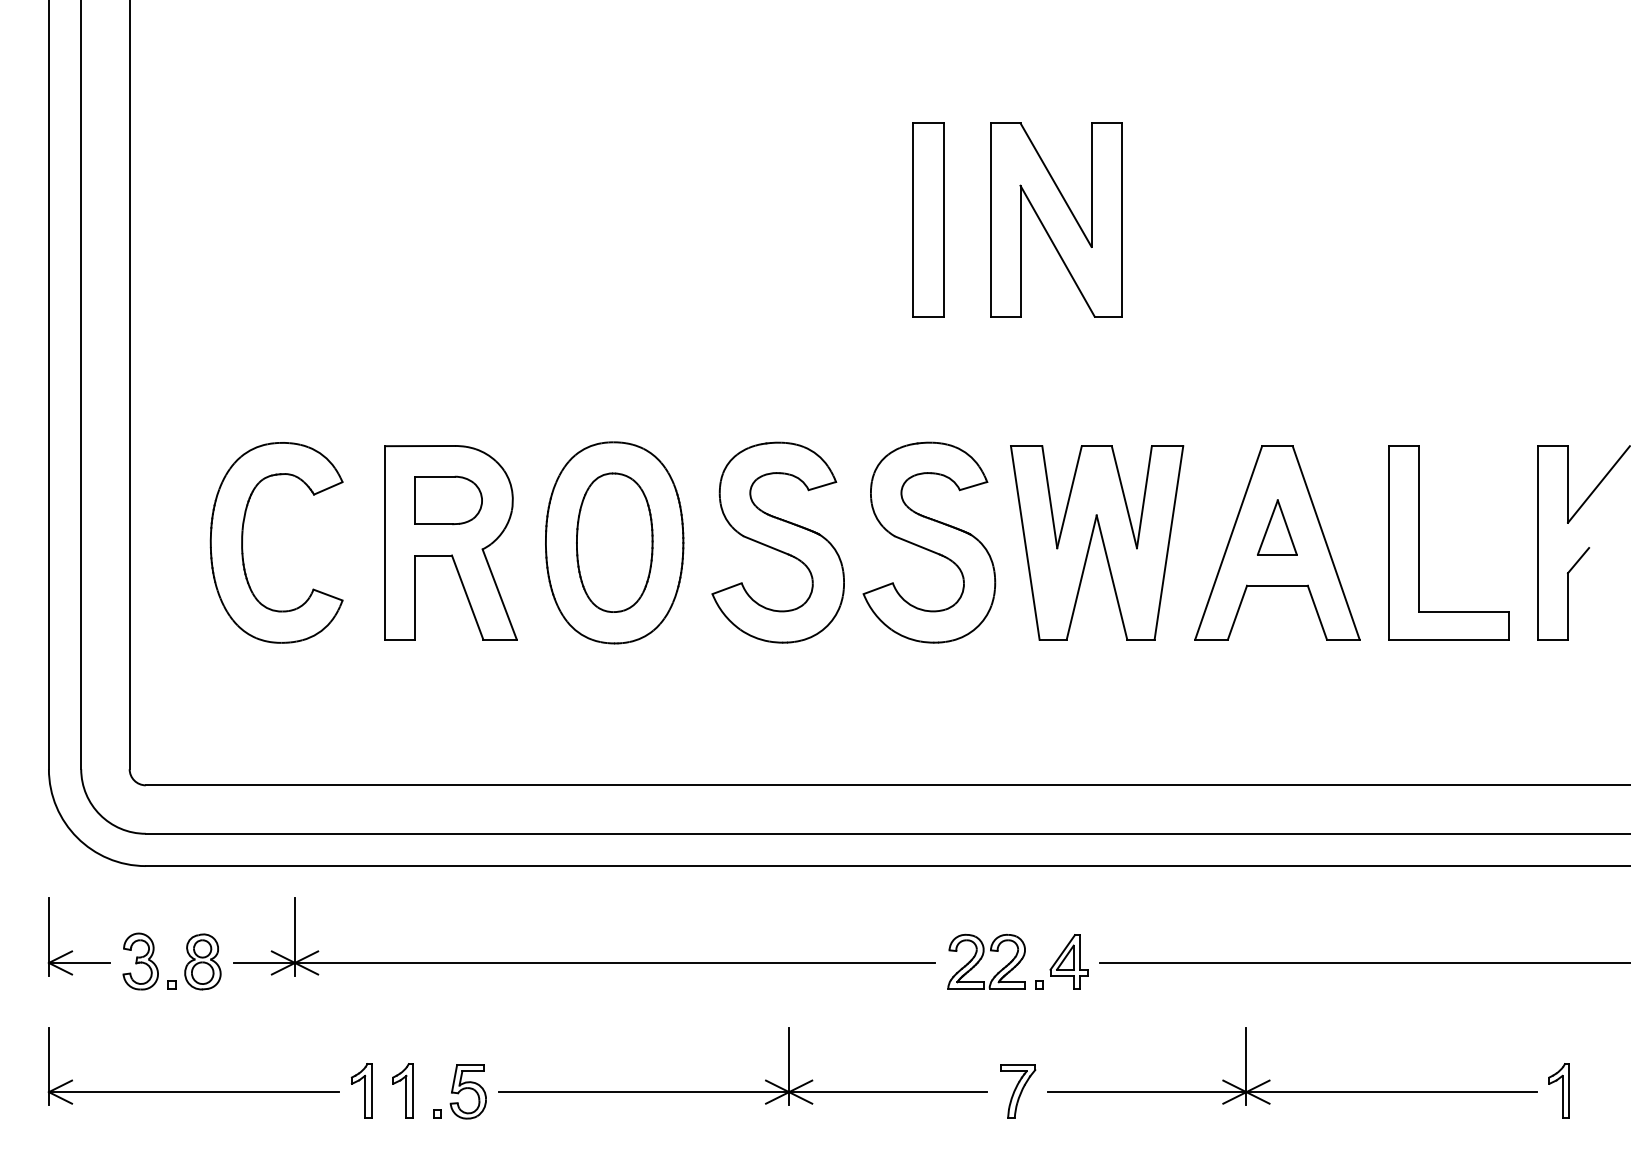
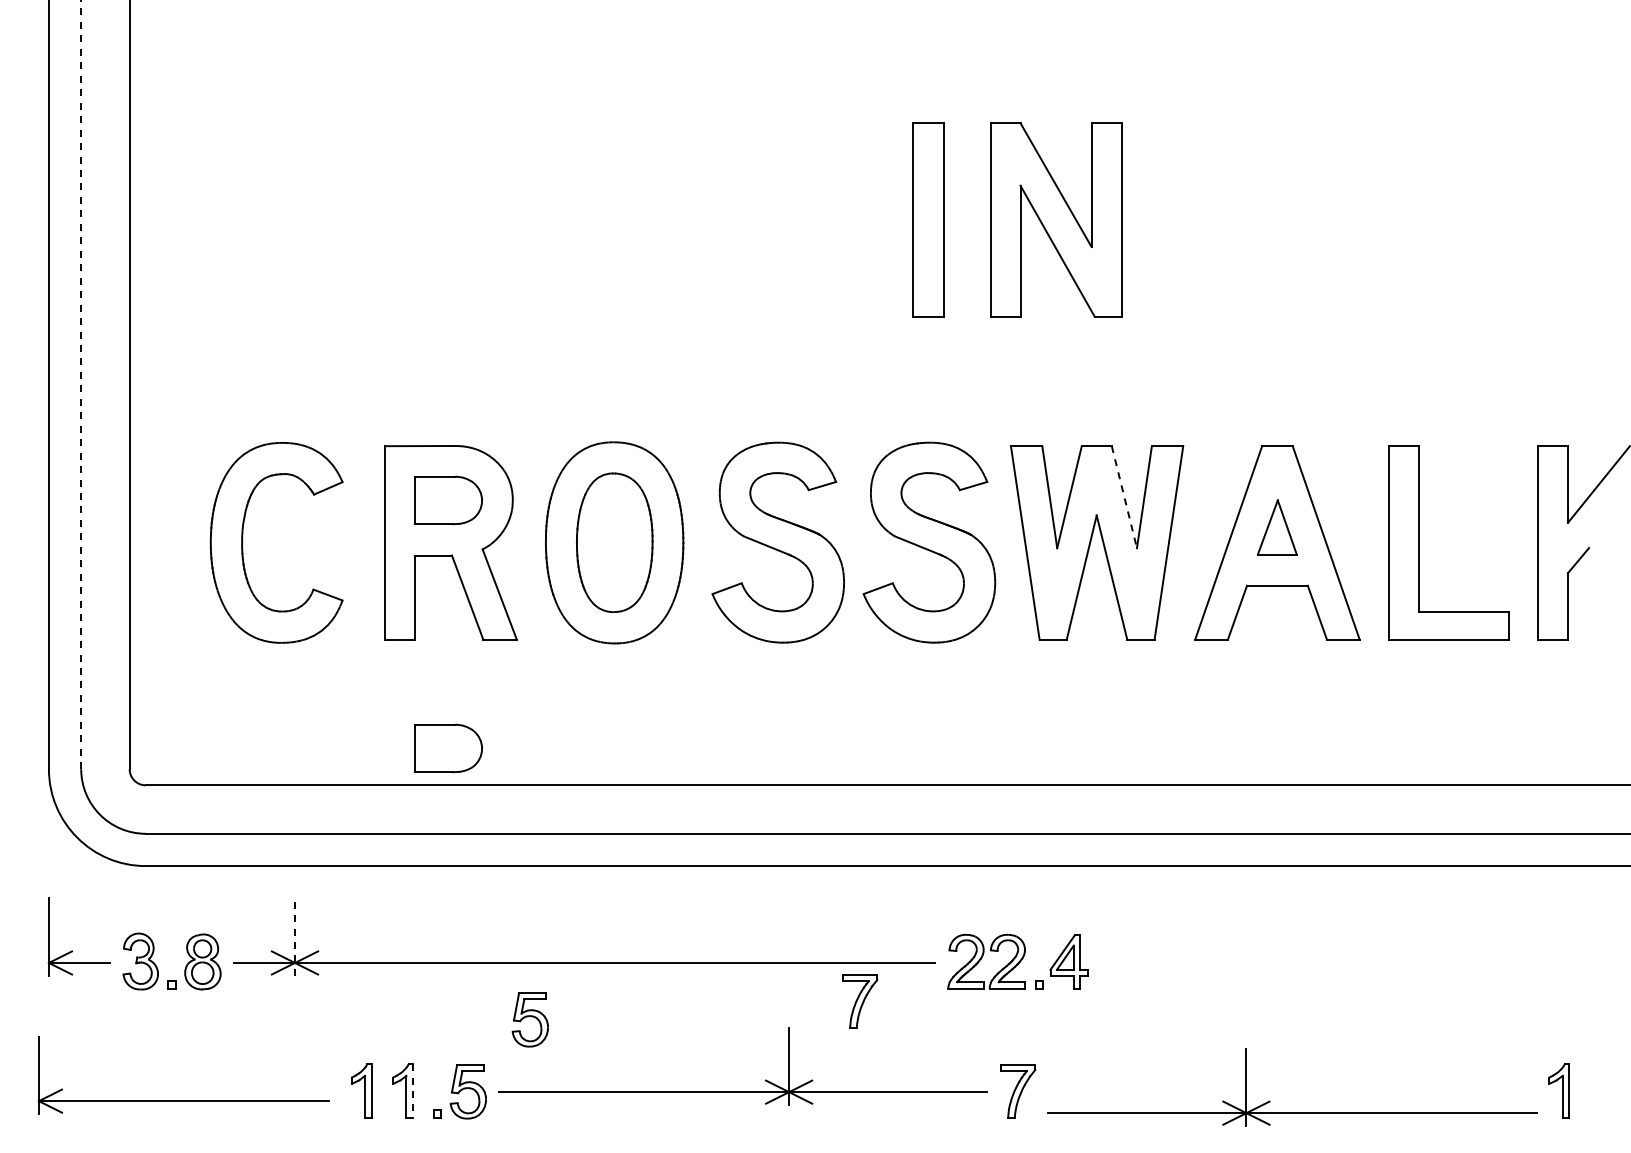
line at (81, 384): solid -> dashed
line at (1124, 497): solid -> dashed
part at (448, 748): none -> present
line at (295, 937): solid -> dashed
line at (1363, 962): present -> none
part at (860, 1001): none -> present
part at (529, 1019): none -> present
line at (413, 1090): solid -> dashed
part at (193, 1091) position: (193, 1091) -> (183, 1100)
part at (1292, 1091) position: (1292, 1091) -> (1292, 1112)
